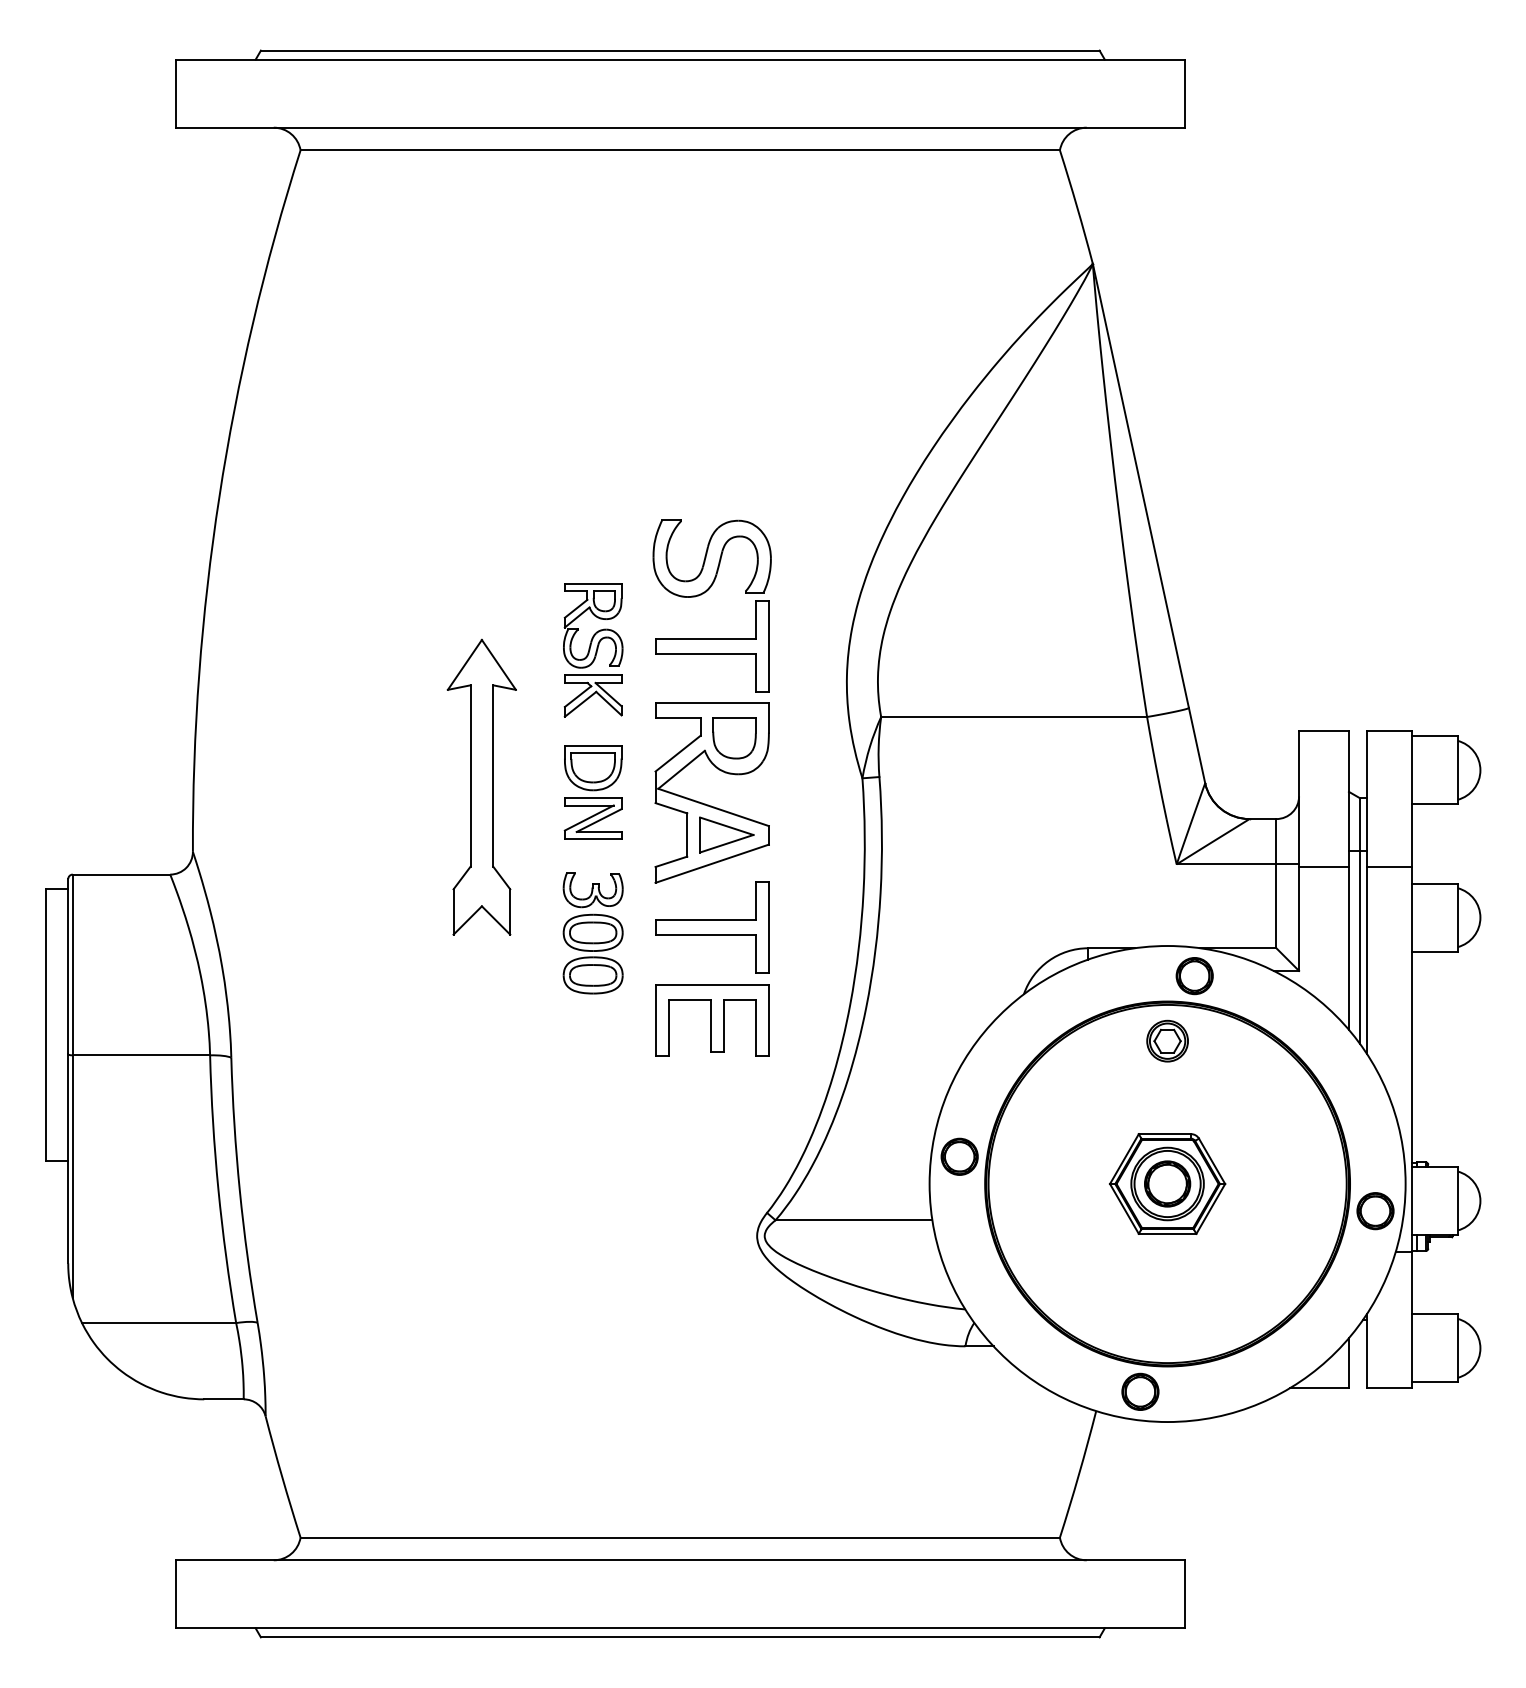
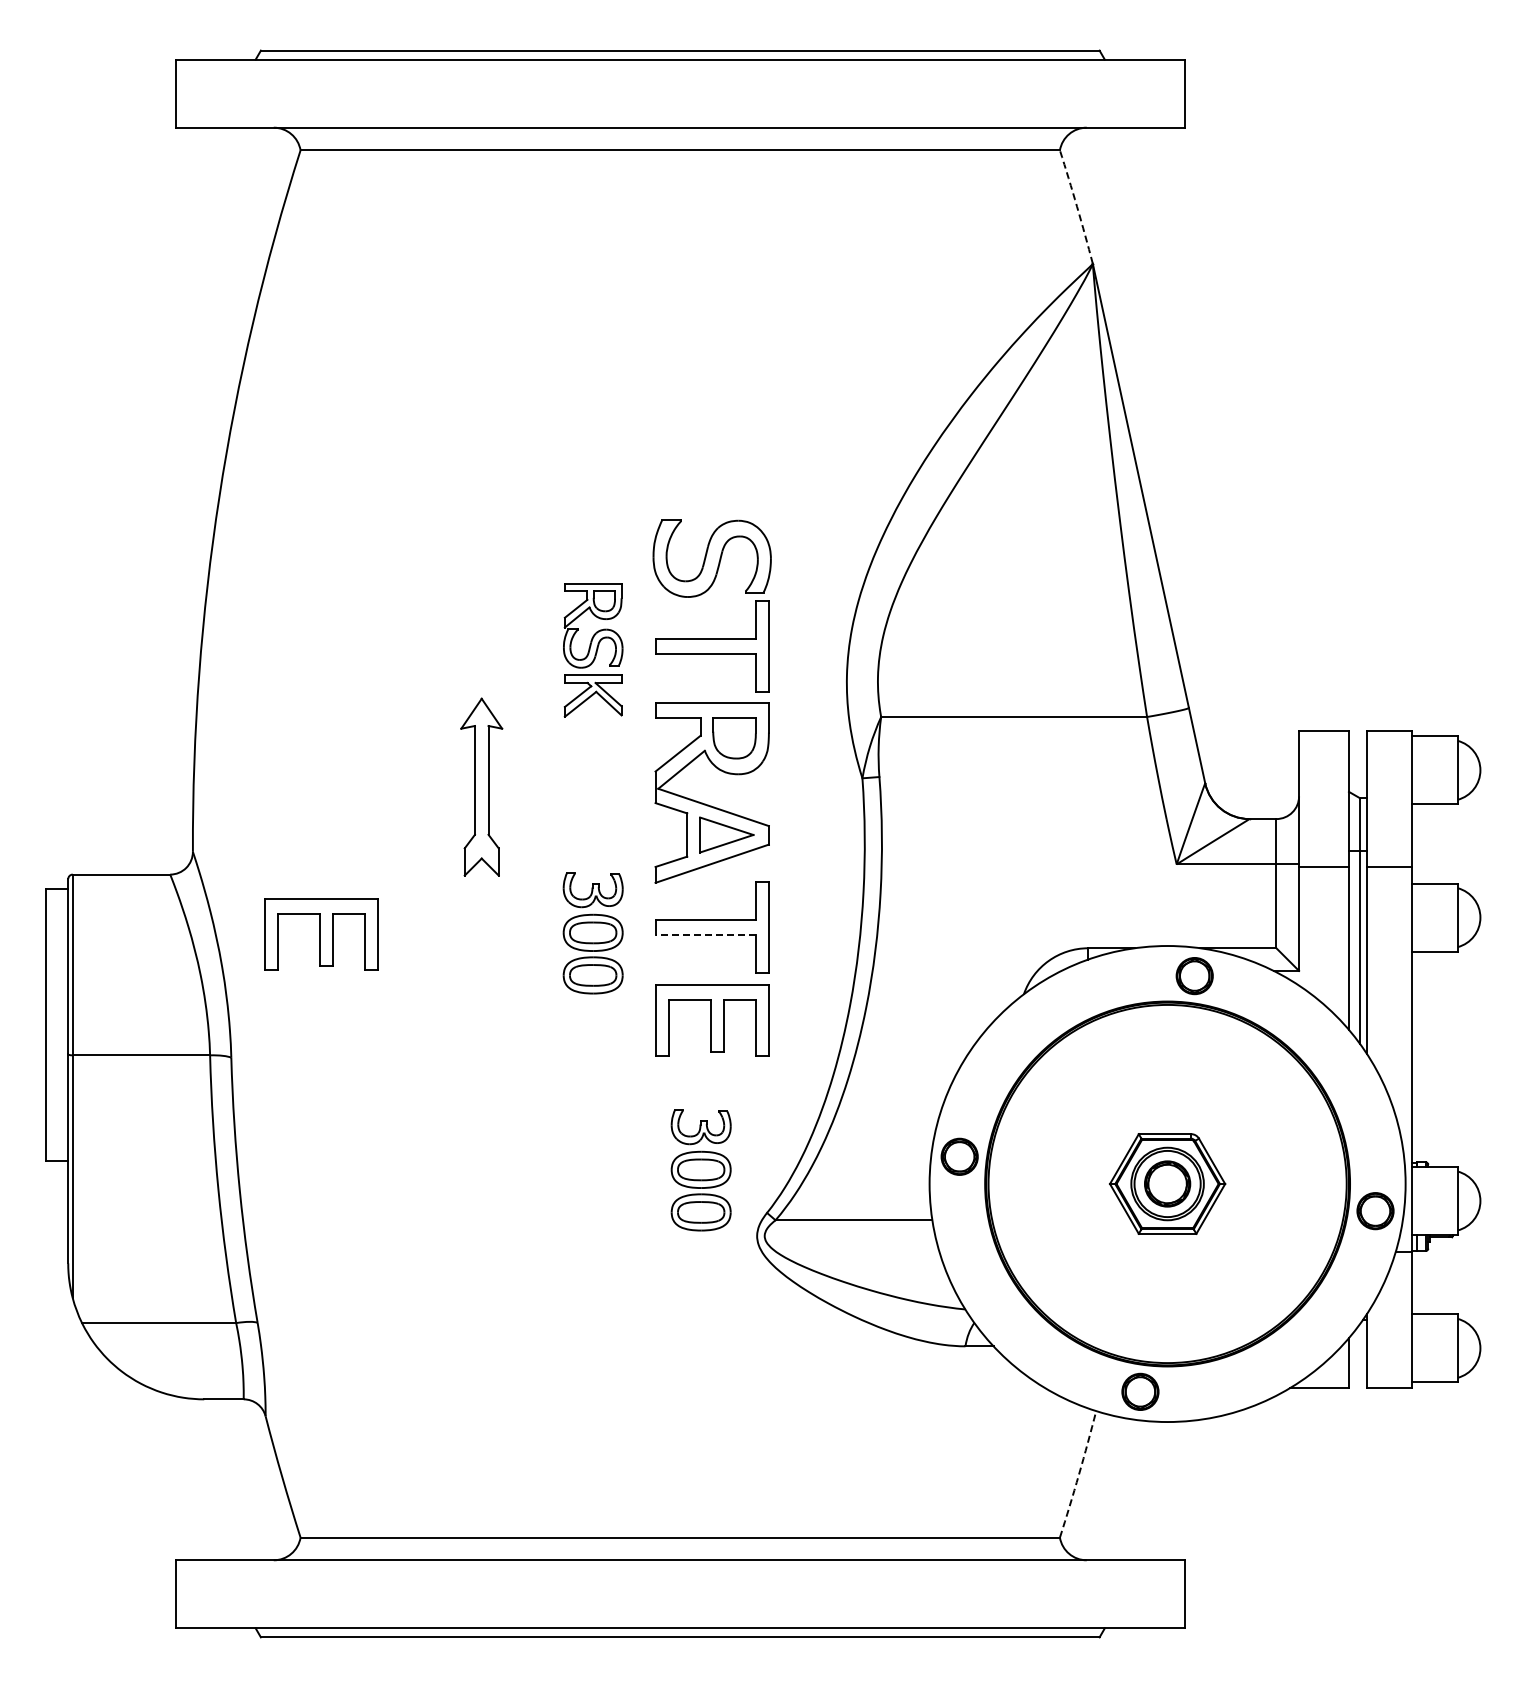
arc at (1077, 206): solid -> dashed
part at (481, 786) size: 71x298 px -> 44x180 px
part at (592, 792): present -> none
part at (321, 934): none -> present
line at (705, 935): solid -> dashed
part at (1167, 1040): present -> none
part at (700, 1170): none -> present
arc at (1079, 1474): solid -> dashed
